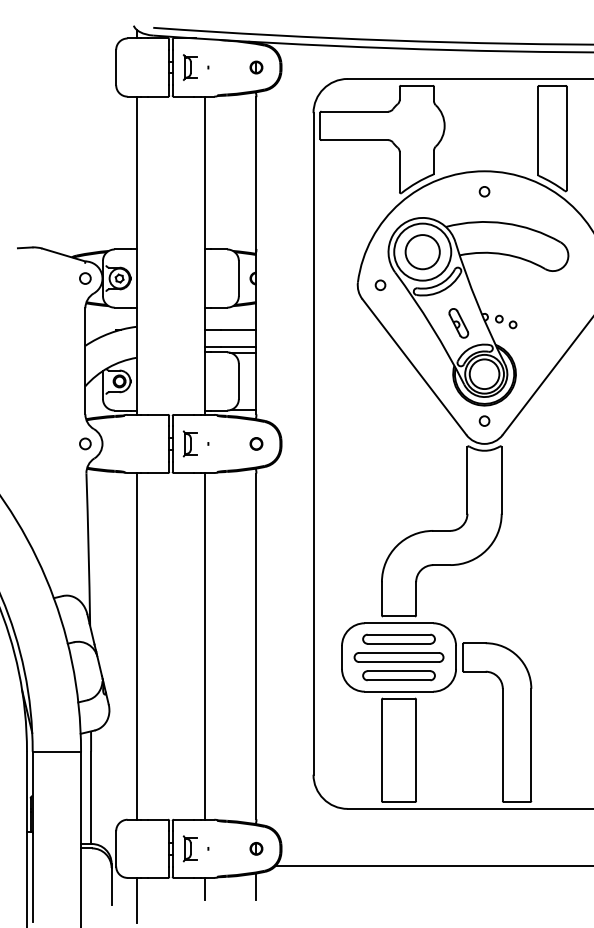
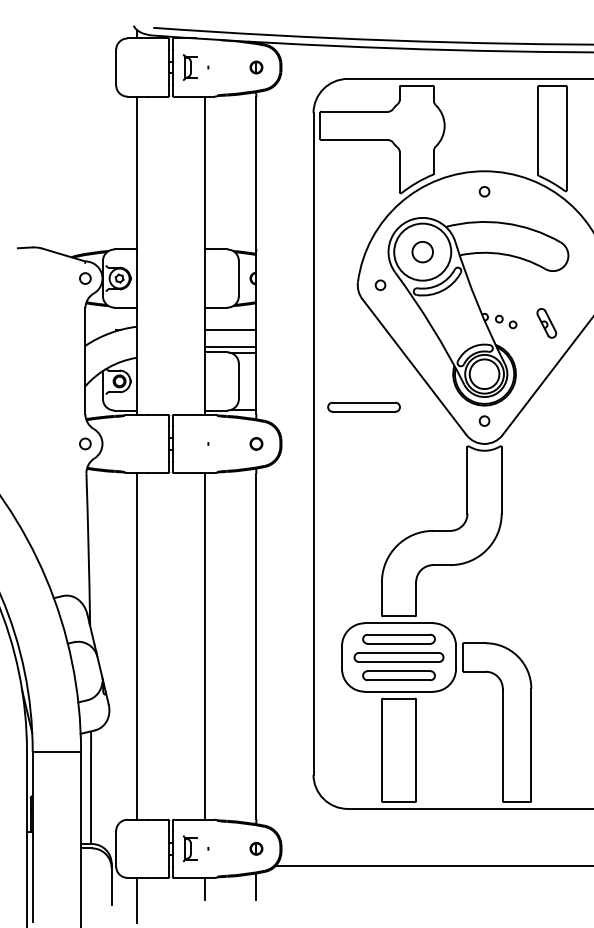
circle at (422, 252) diameter: 34 px -> 21 px
part at (458, 323) position: (458, 323) -> (546, 323)
part at (363, 406): none -> present
part at (189, 443): present -> none
